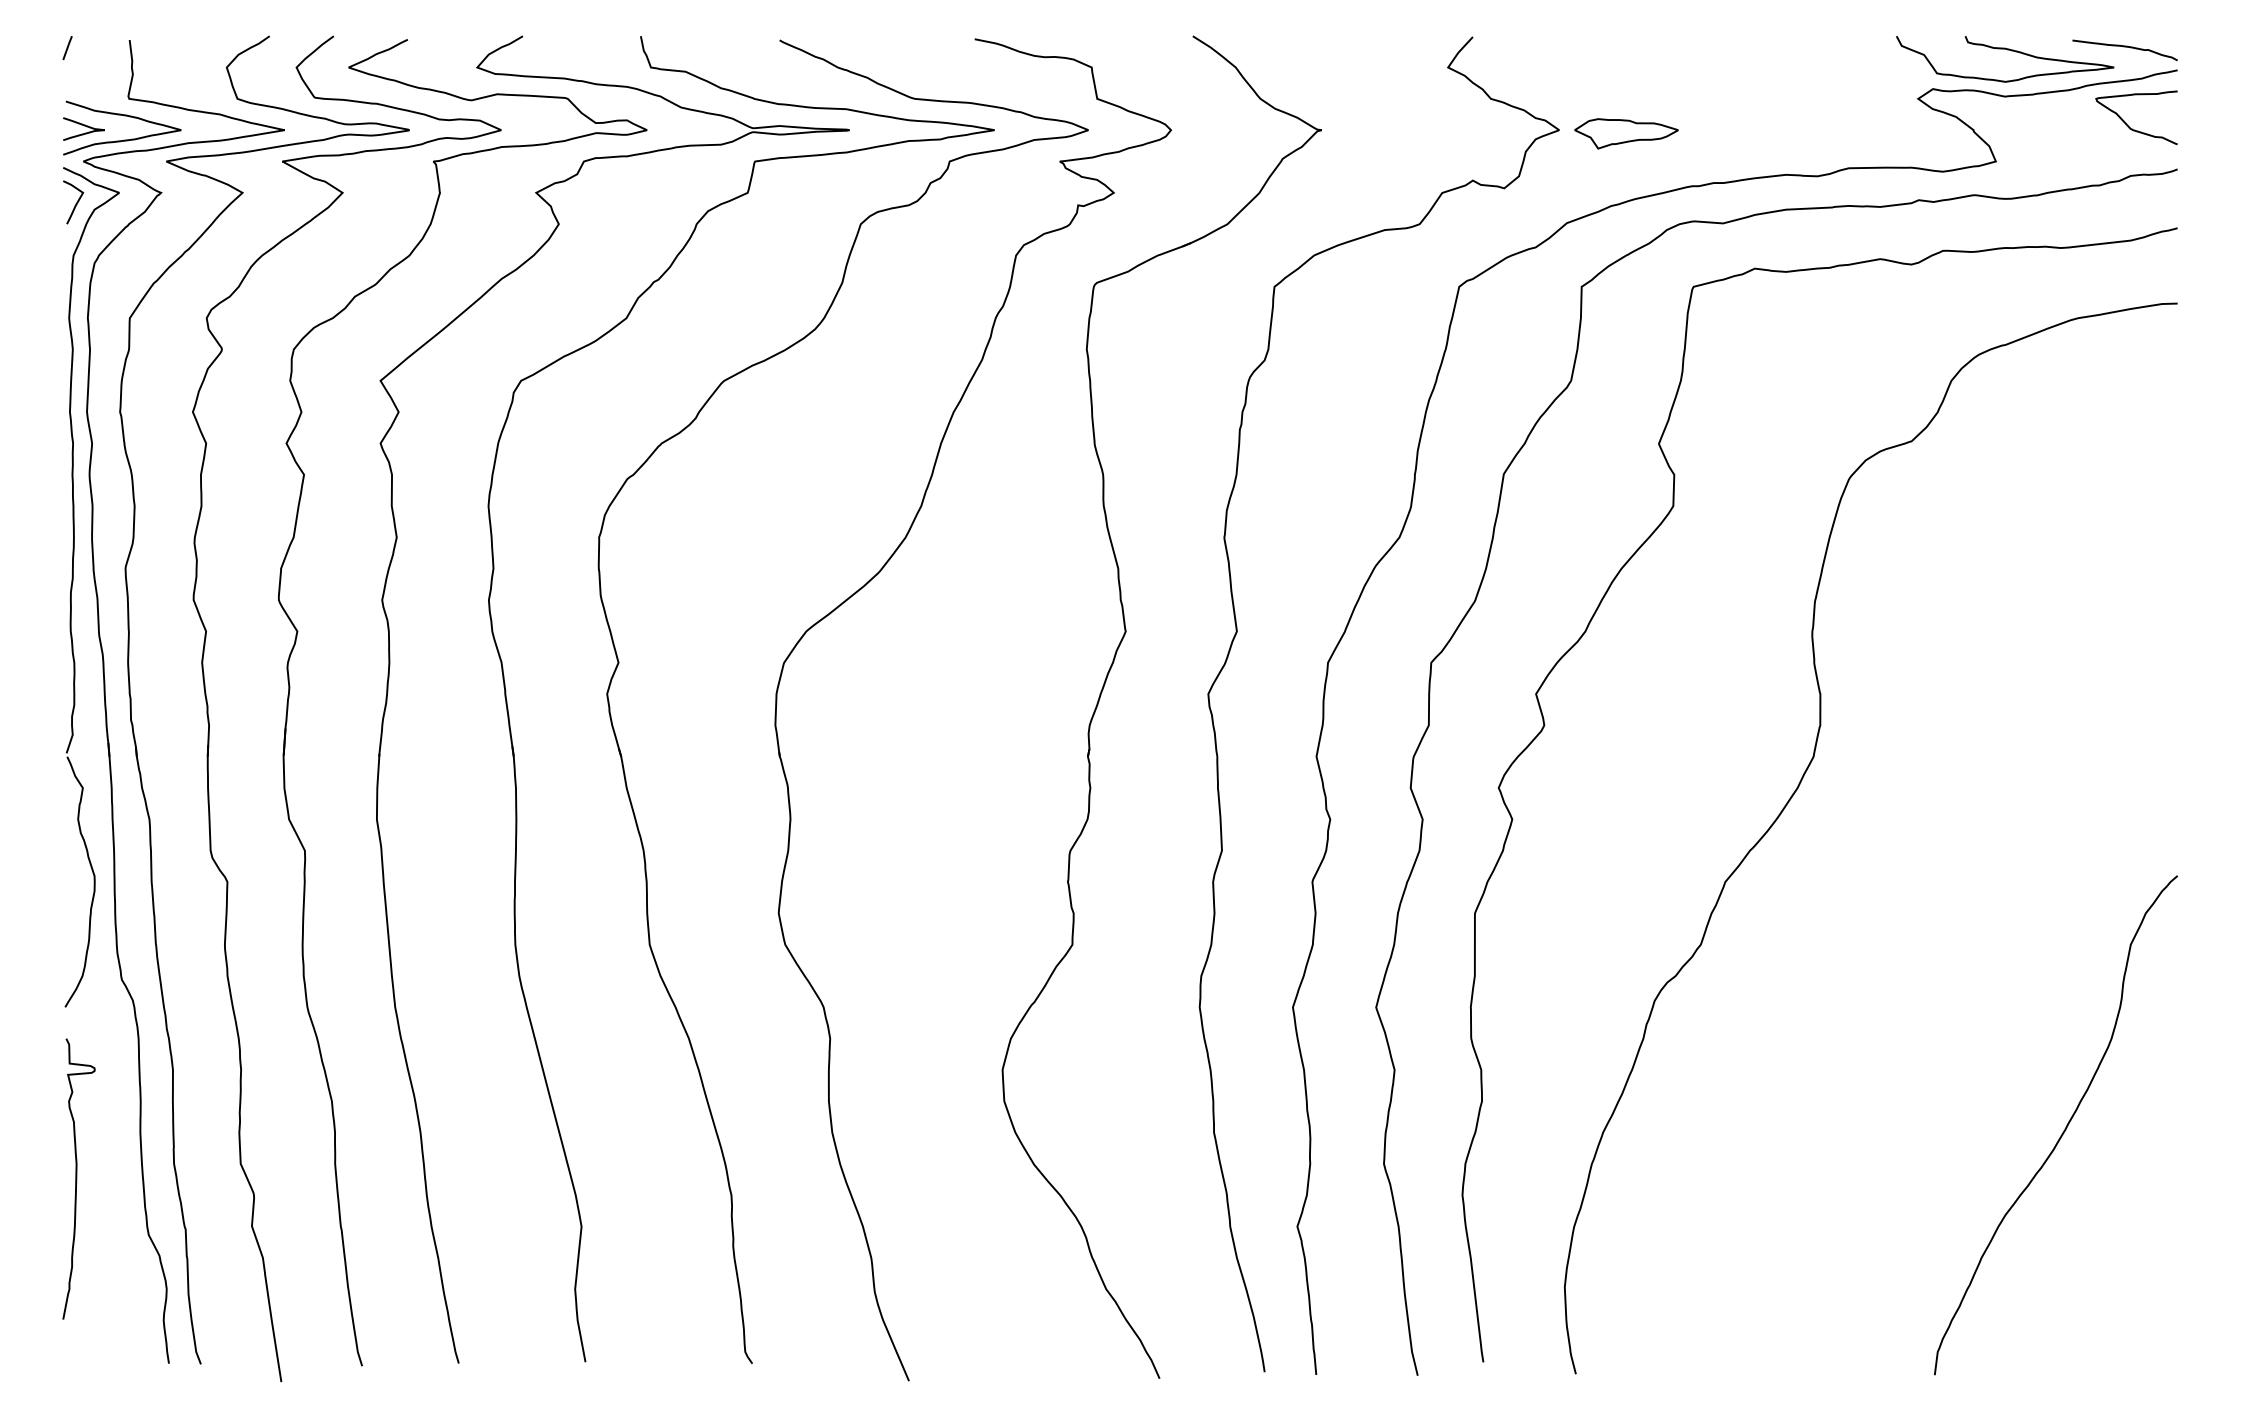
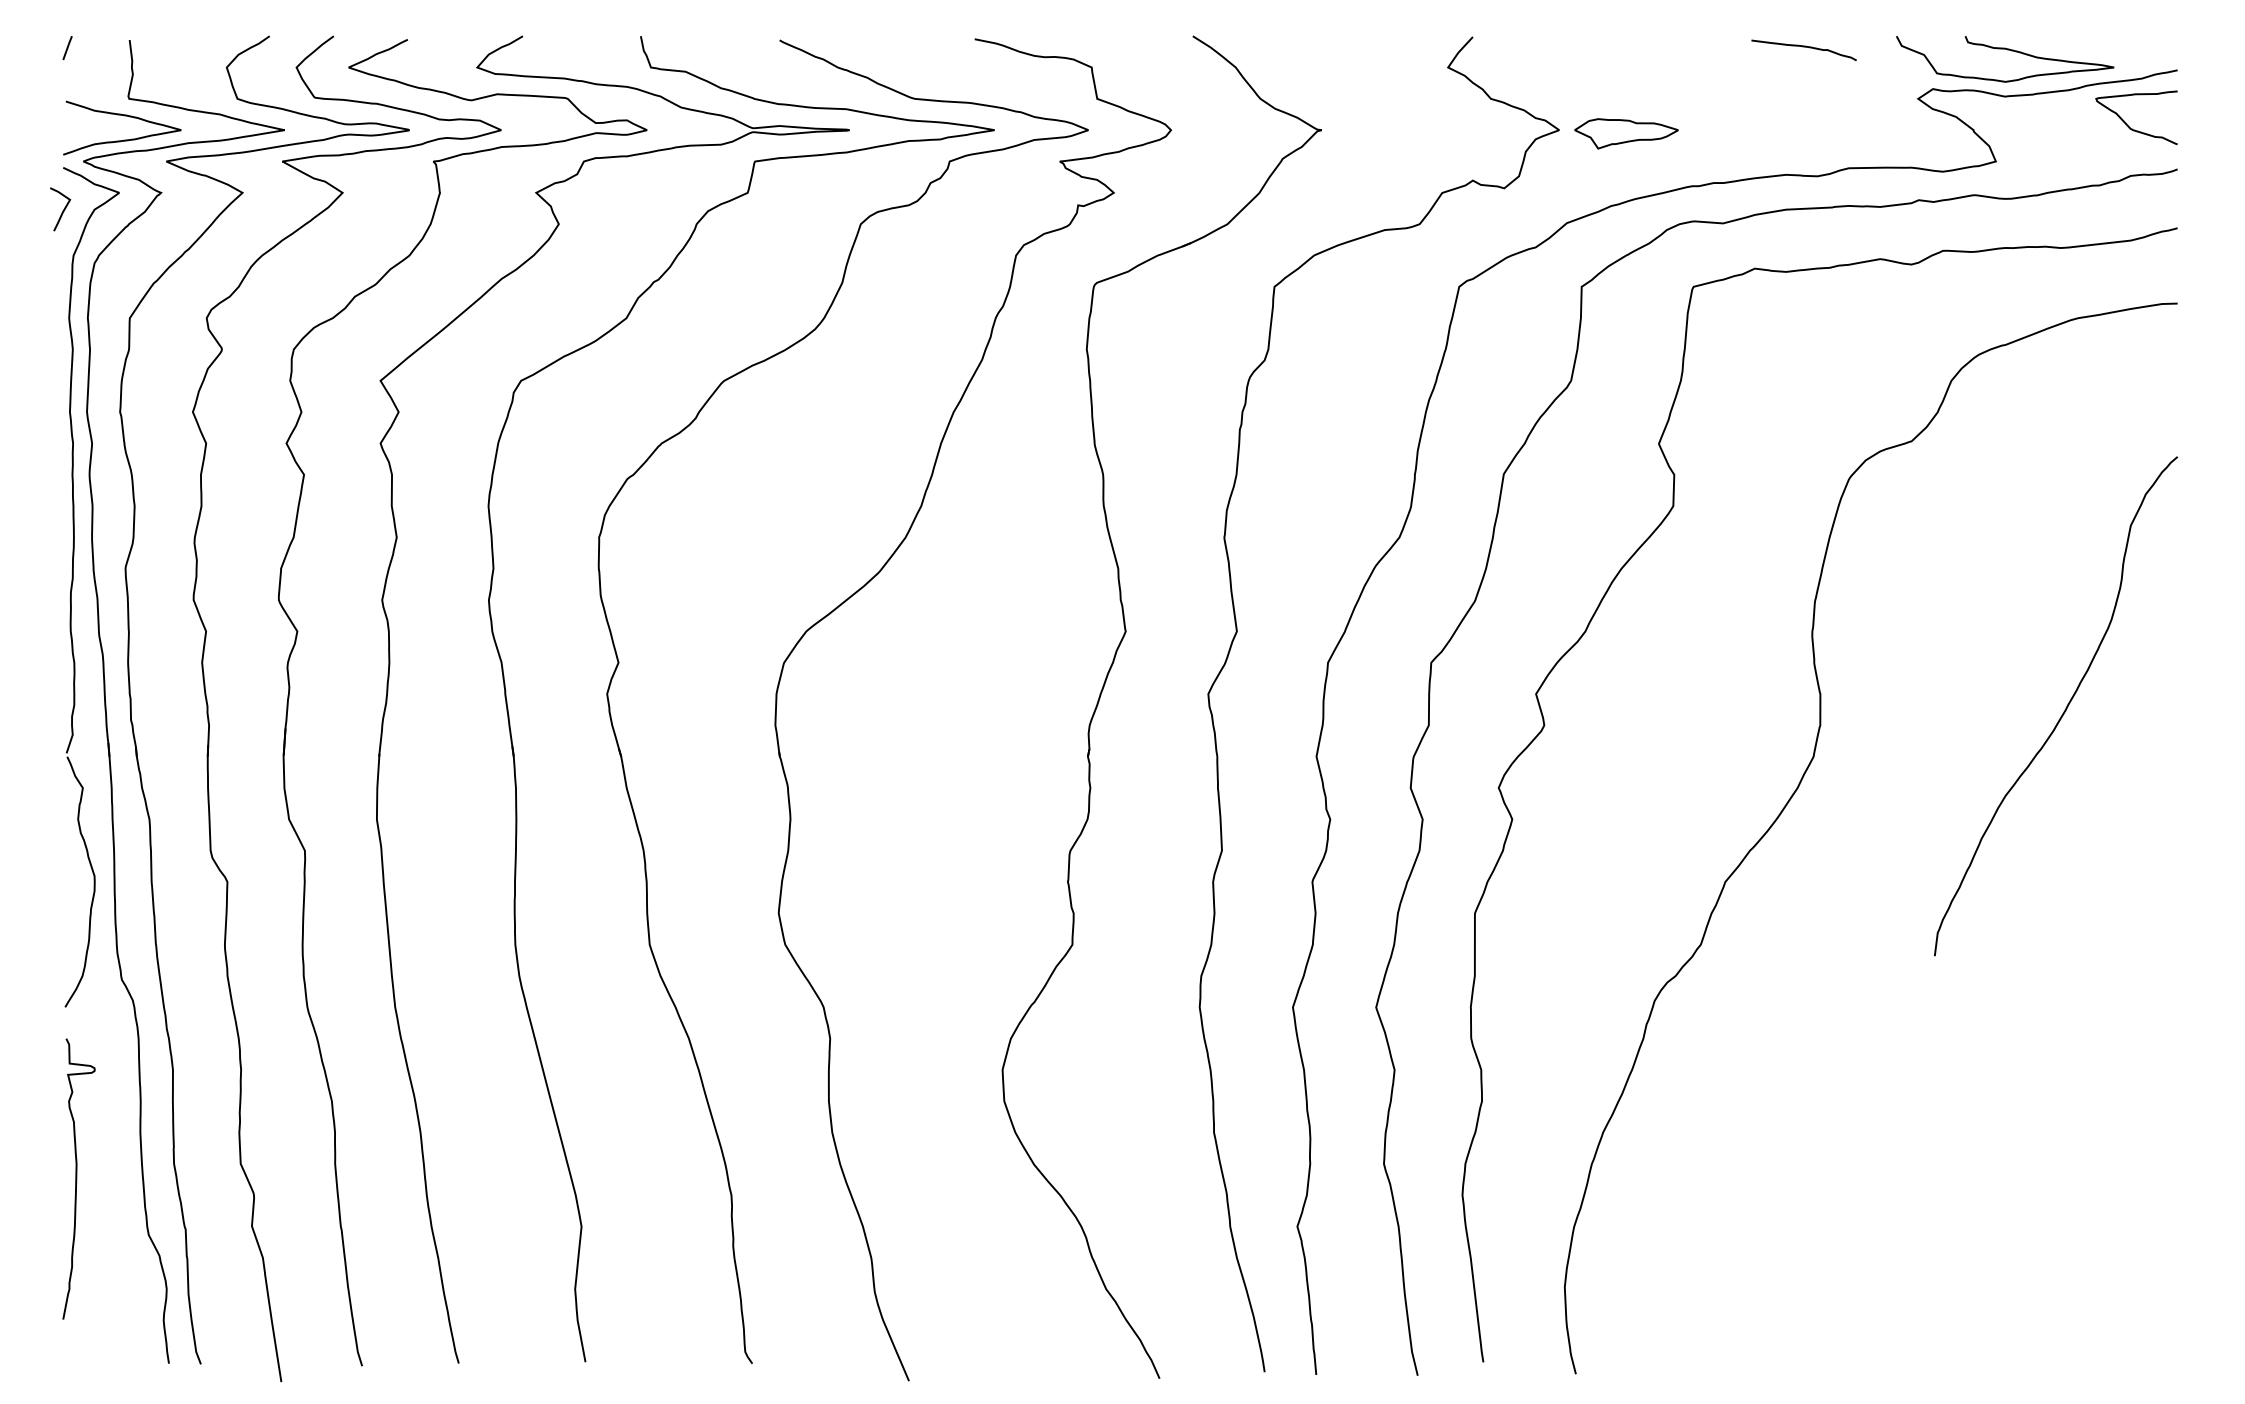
curve at (2124, 47) position: (2124, 47) -> (1803, 47)
curve at (84, 126): present -> none
curve at (75, 203) position: (75, 203) -> (62, 210)
curve at (2063, 1130) position: (2063, 1130) -> (2063, 711)
